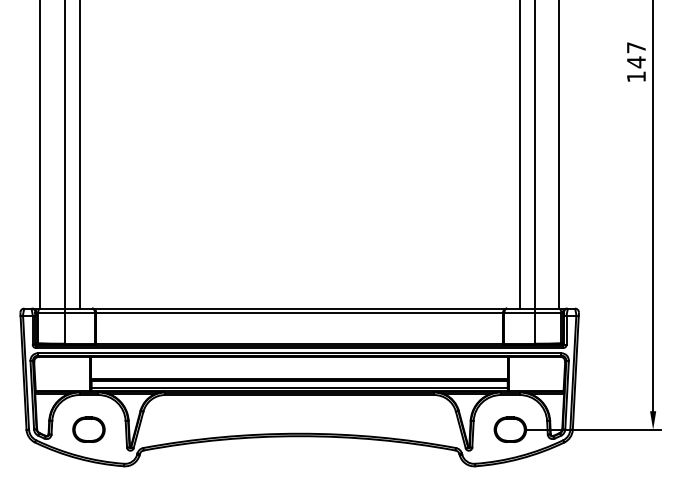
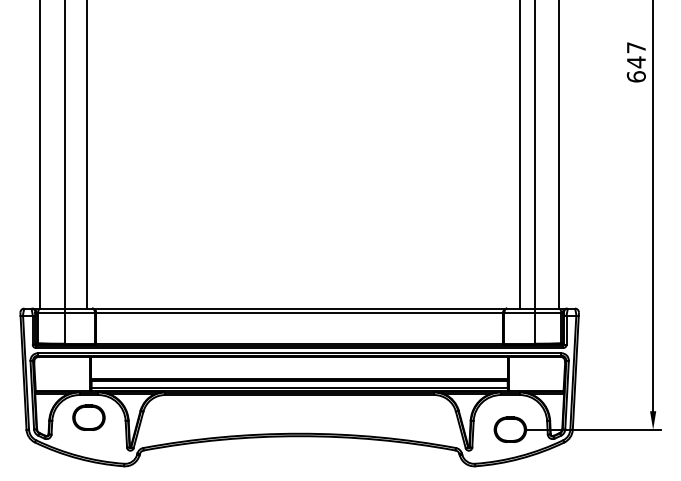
text at (635, 76): 147 -> 647
line at (79, 155) position: (79, 155) -> (86, 155)
part at (88, 429) position: (88, 429) -> (88, 417)
